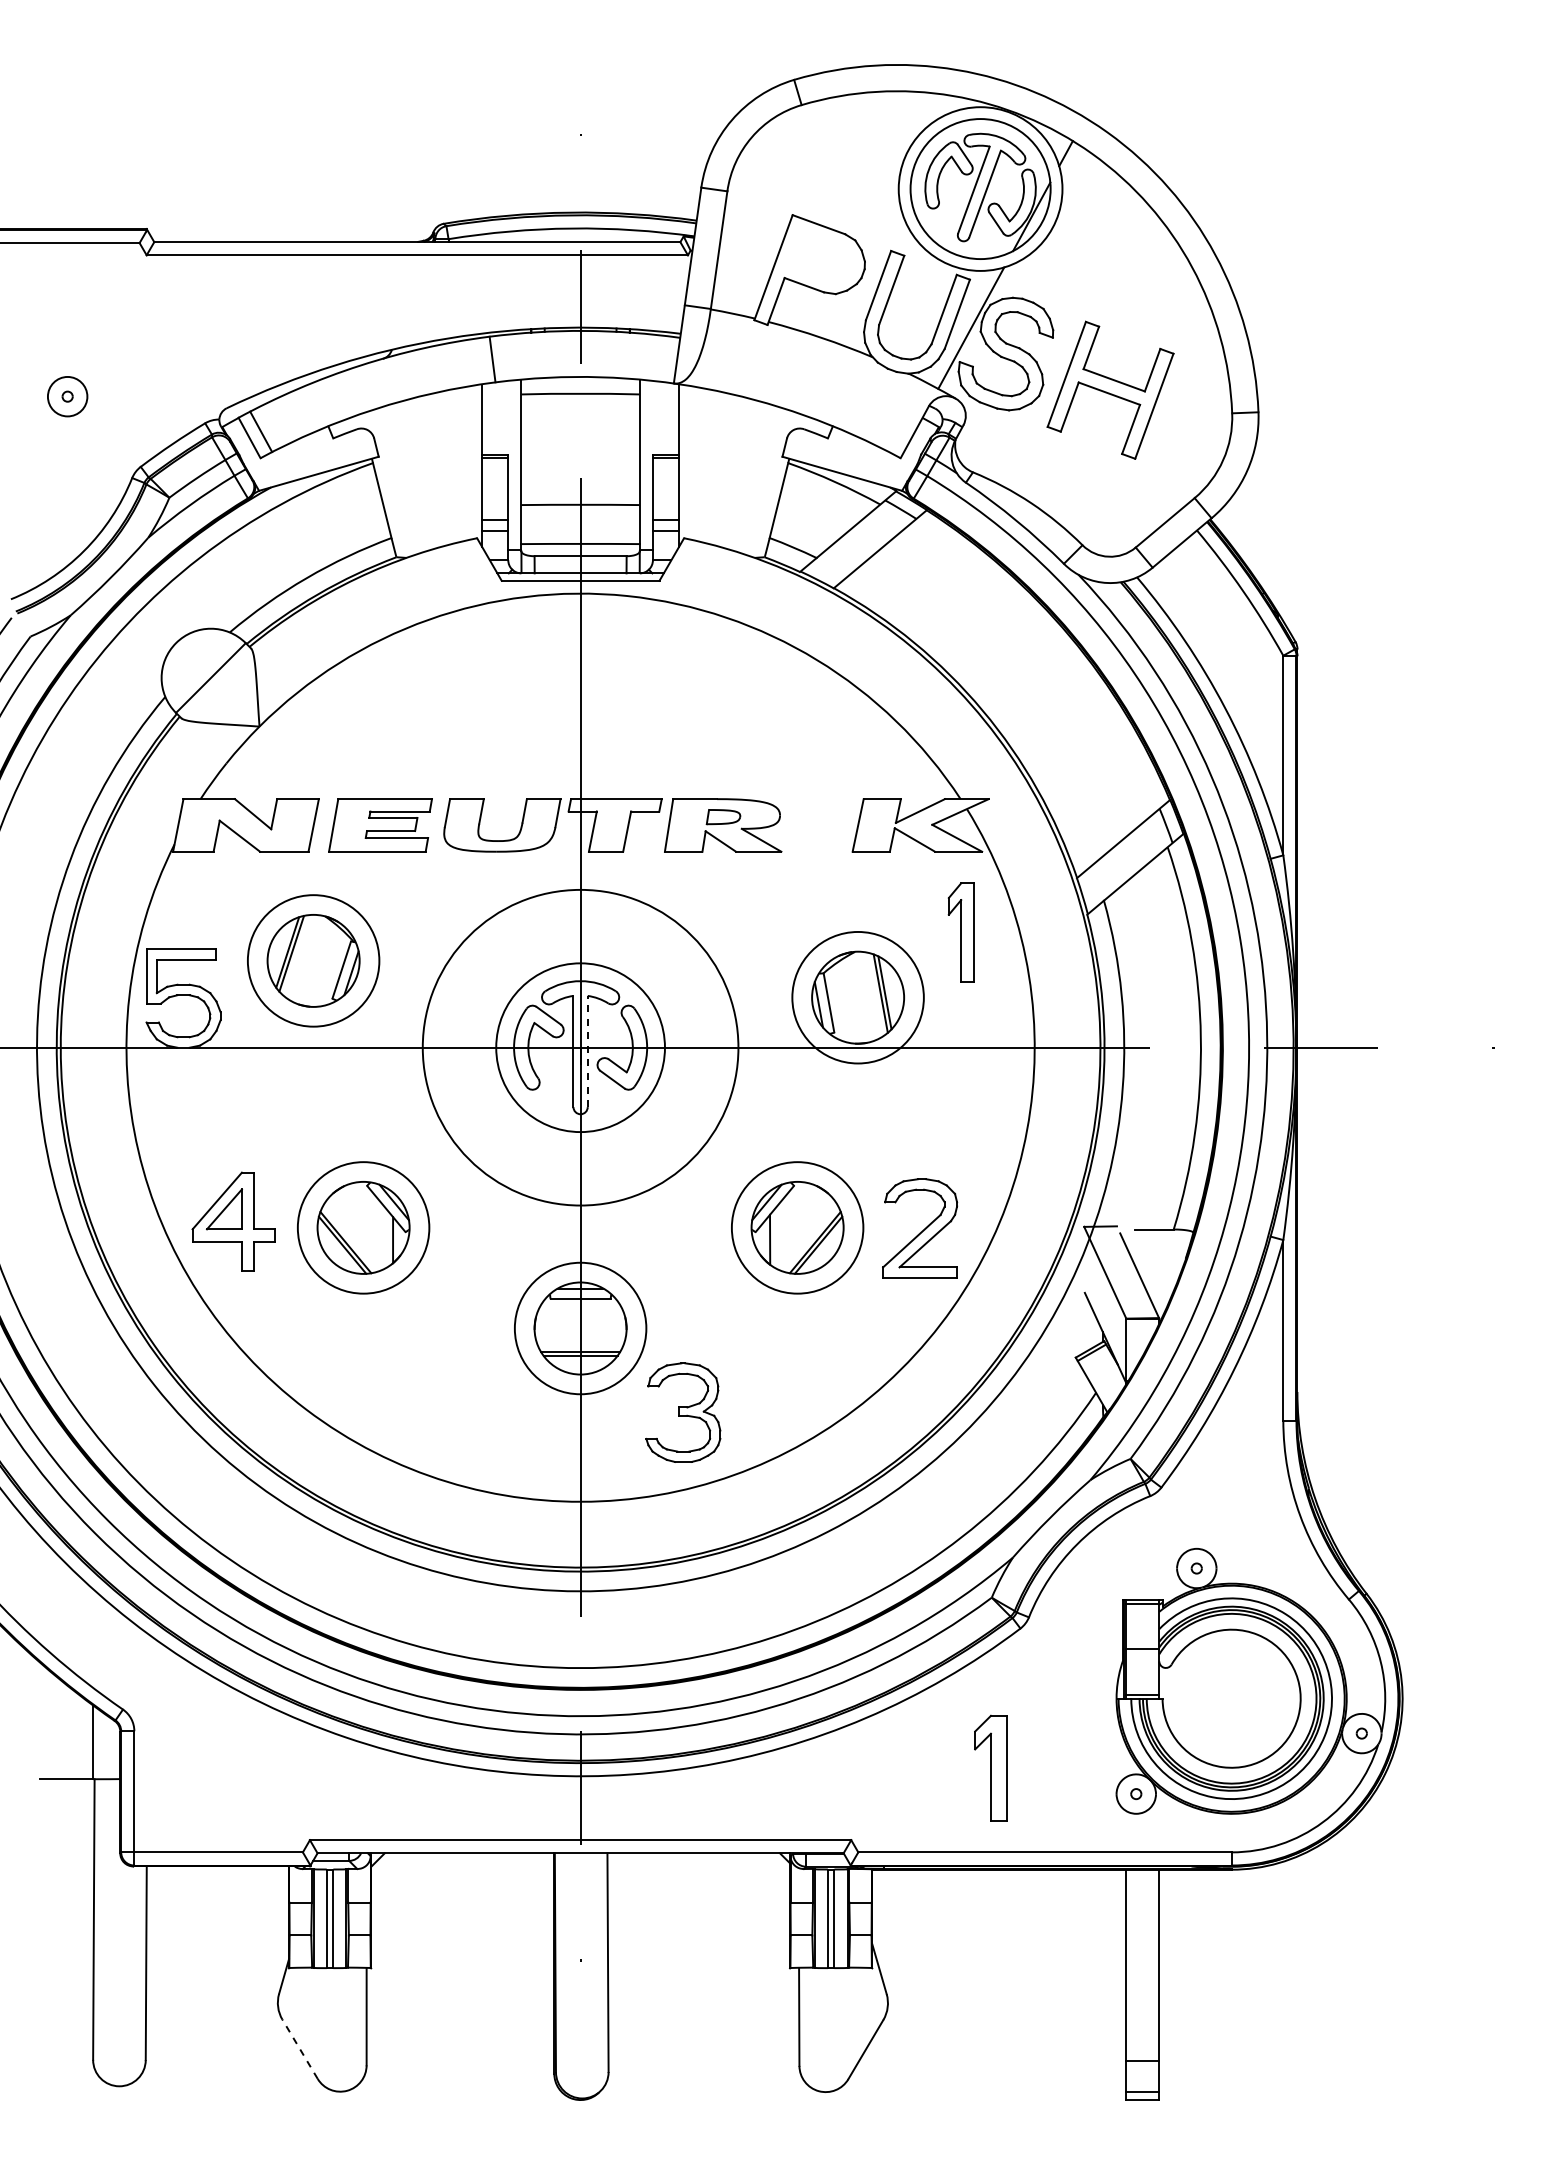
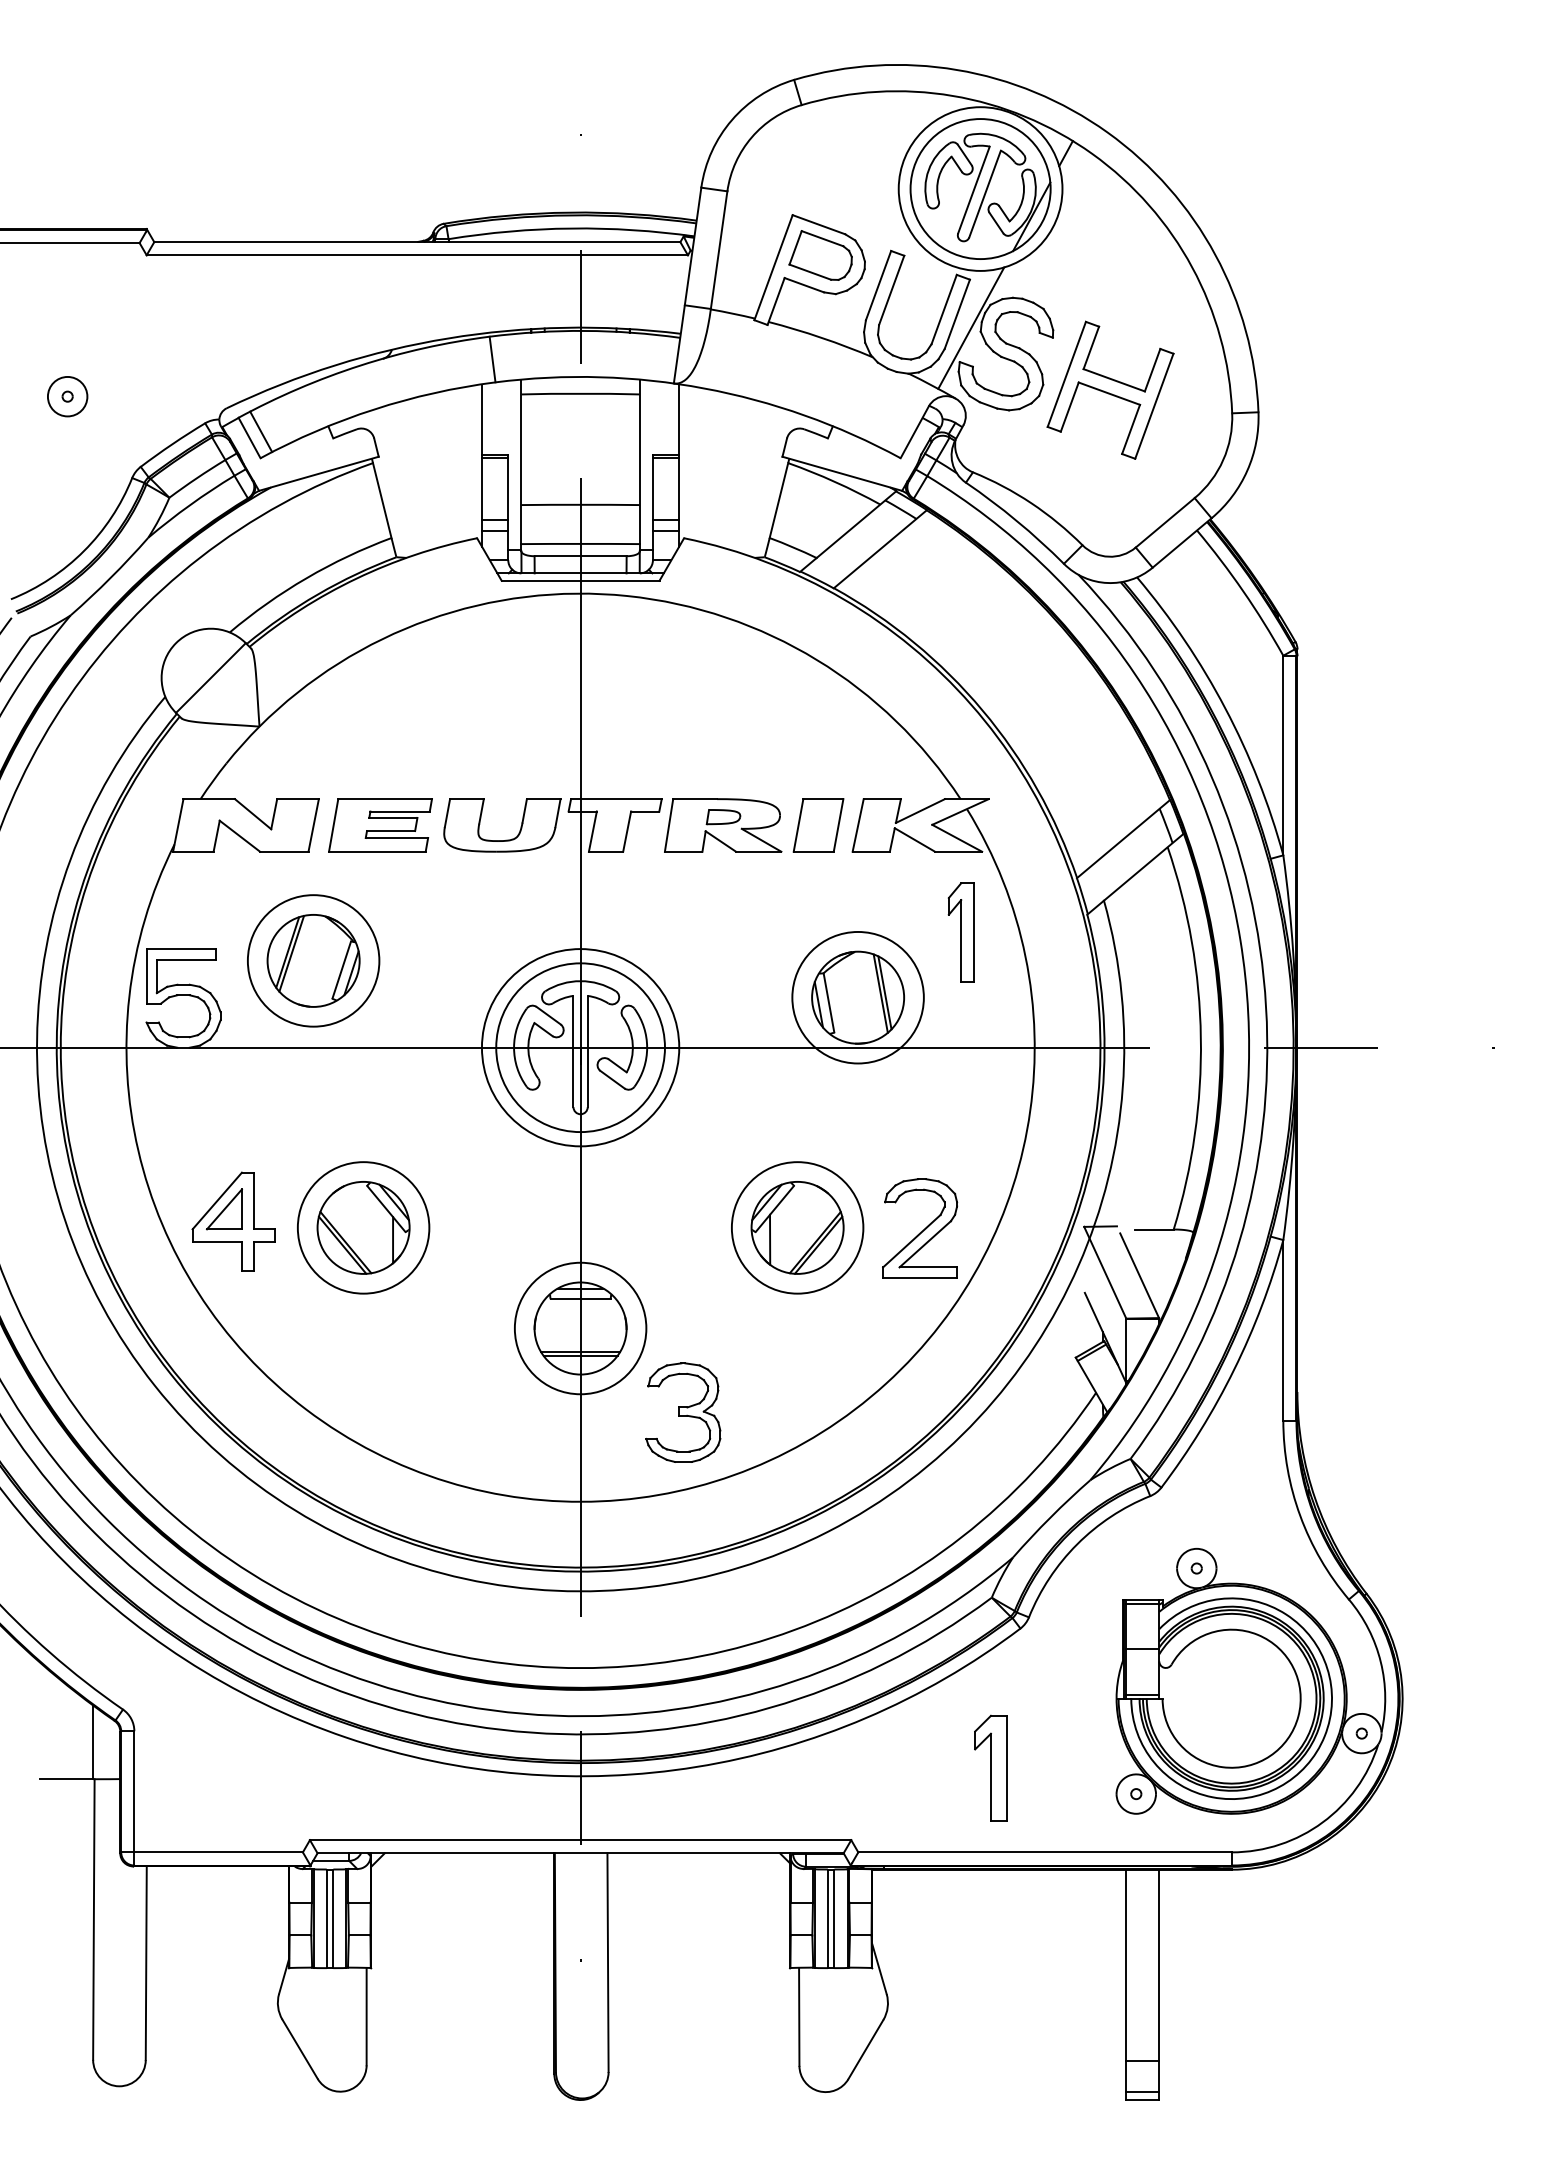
part at (820, 255): none -> present
part at (818, 825): none -> present
circle at (580, 1047) diameter: 316 px -> 197 px
line at (587, 1051): dashed -> solid
line at (299, 2048): dashed -> solid
